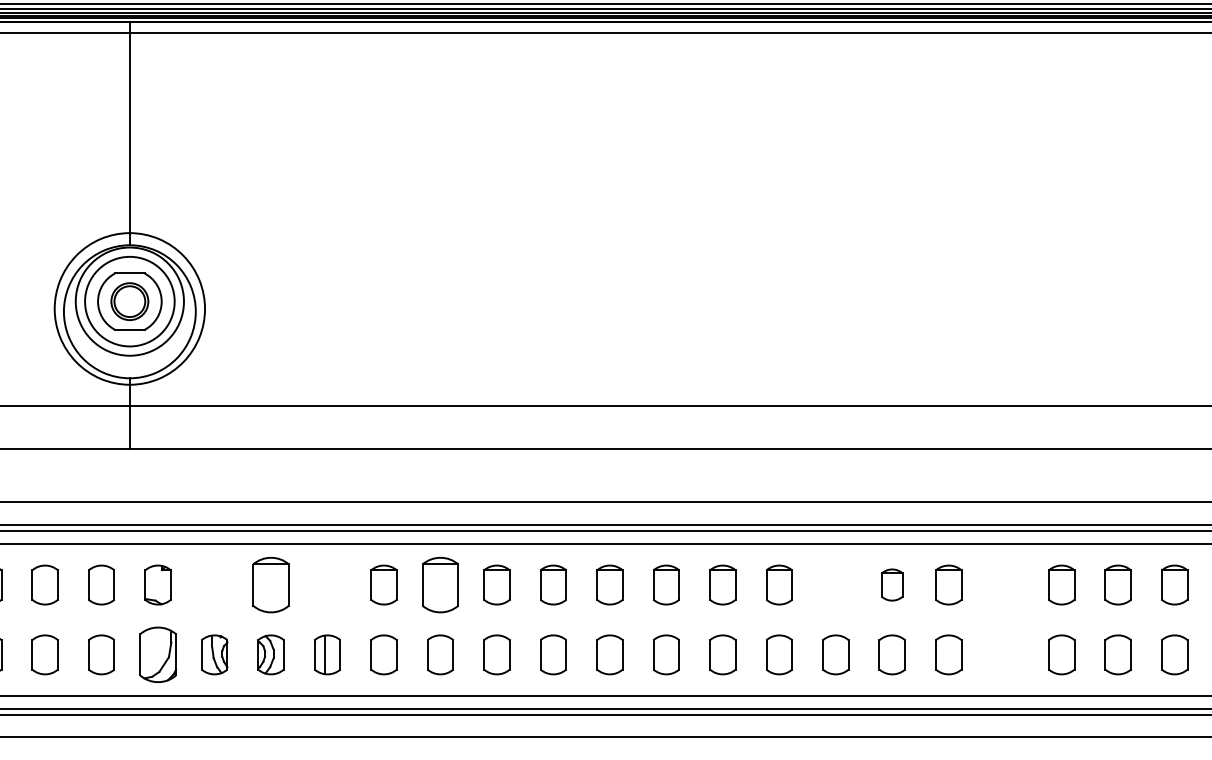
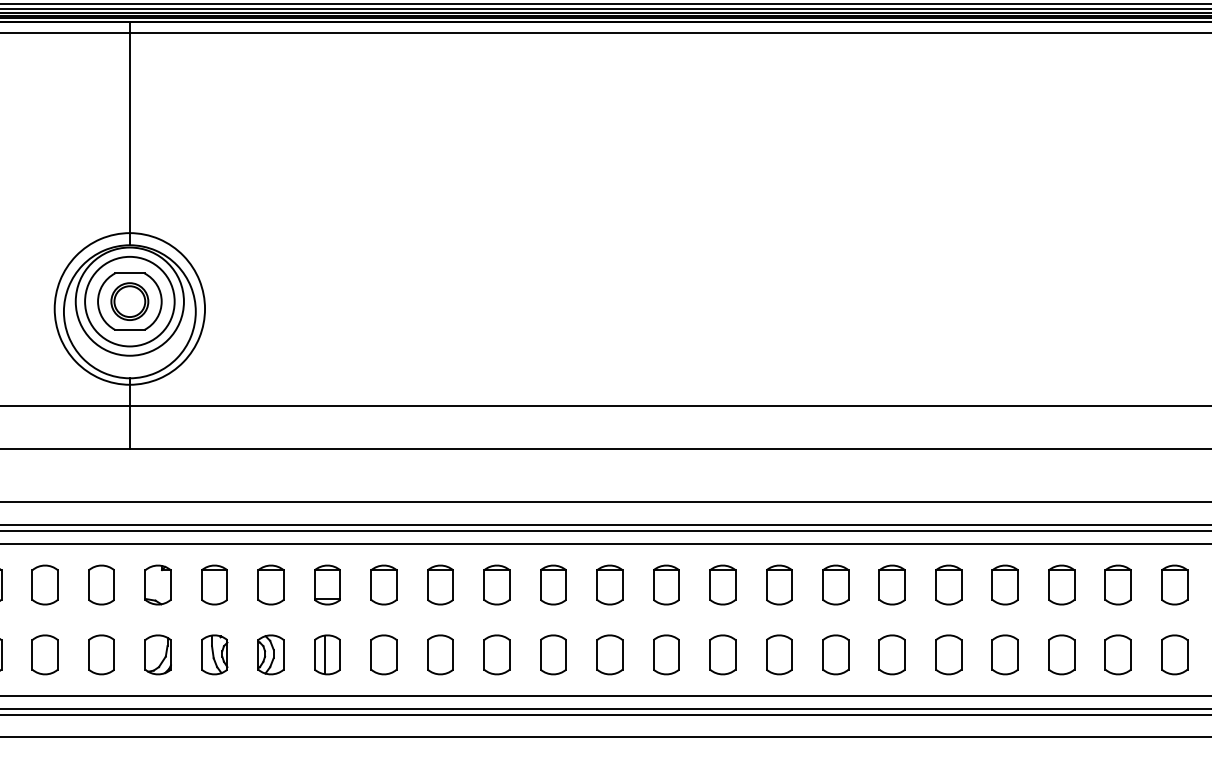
part at (214, 584): none -> present
part at (327, 584): none -> present
part at (835, 584): none -> present
part at (892, 584) size: 23x34 px -> 28x42 px
part at (1004, 584): none -> present
part at (270, 585) size: 38x57 px -> 28x42 px
part at (440, 585) size: 37x57 px -> 27x42 px
part at (158, 654) size: 39x57 px -> 28x42 px
part at (1004, 654): none -> present
